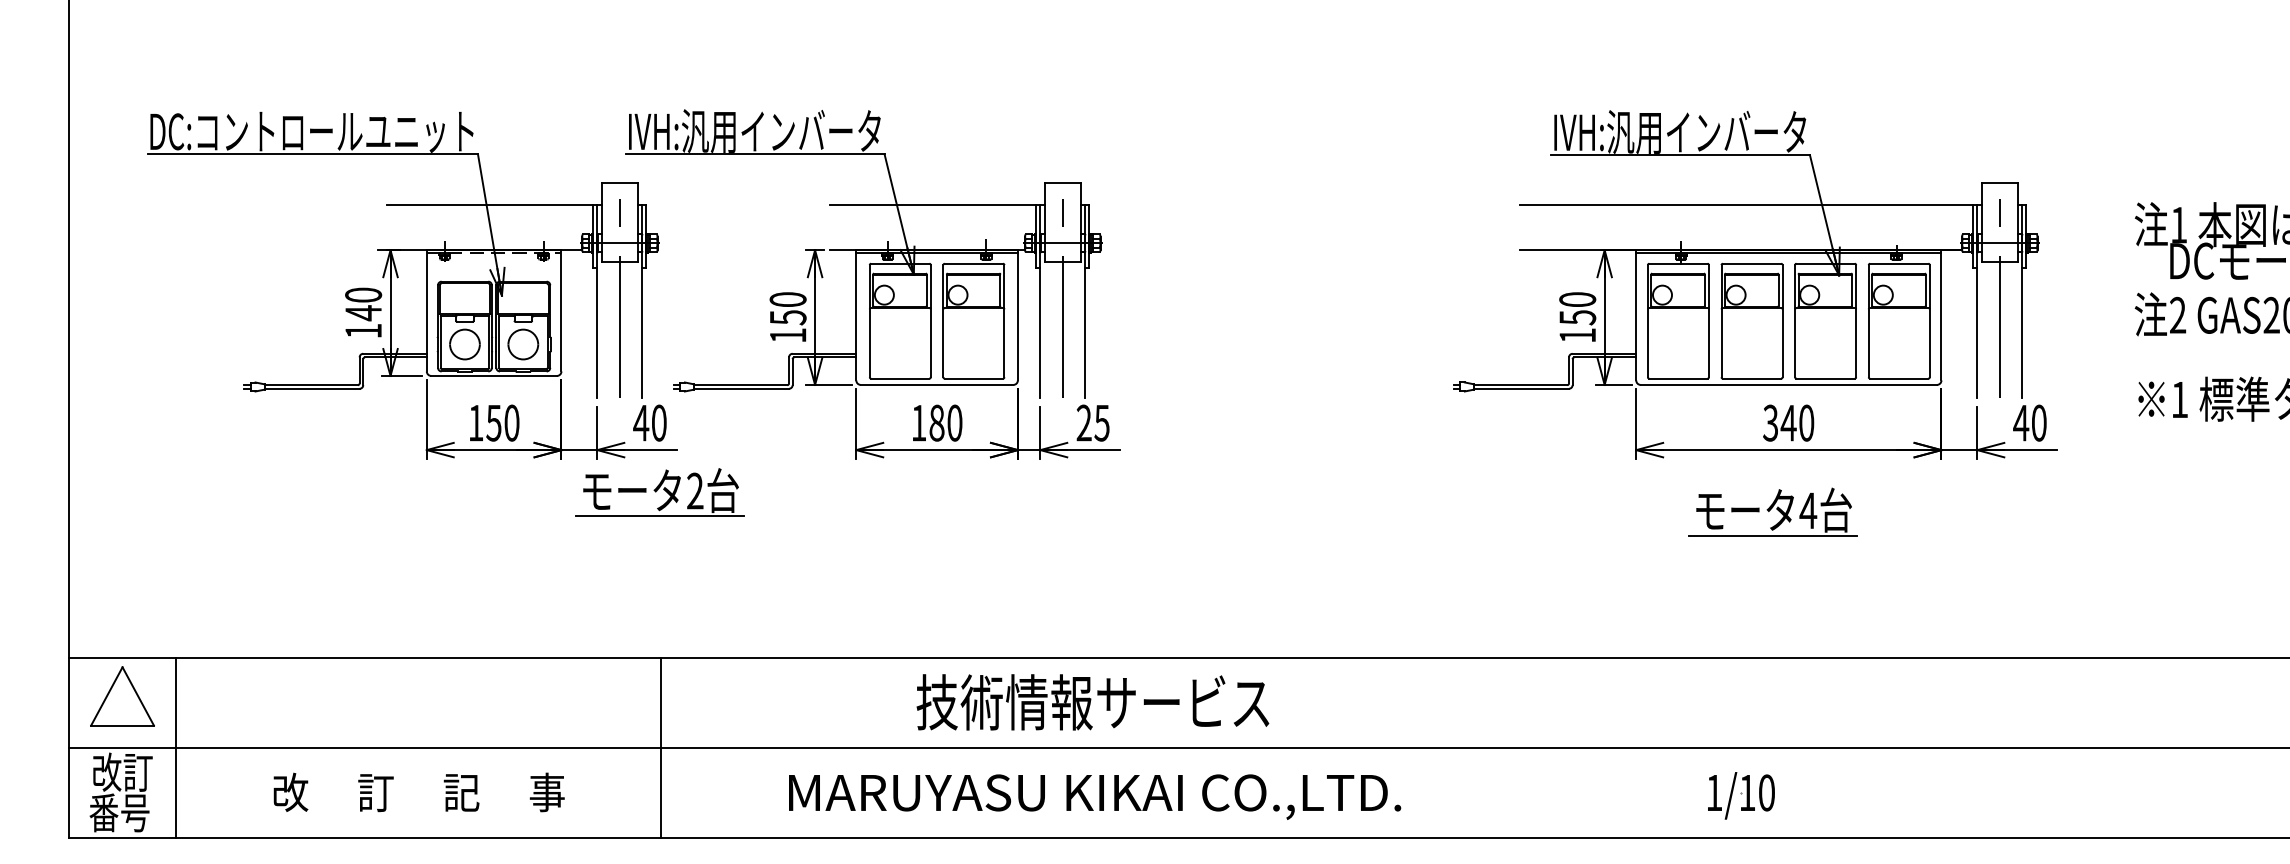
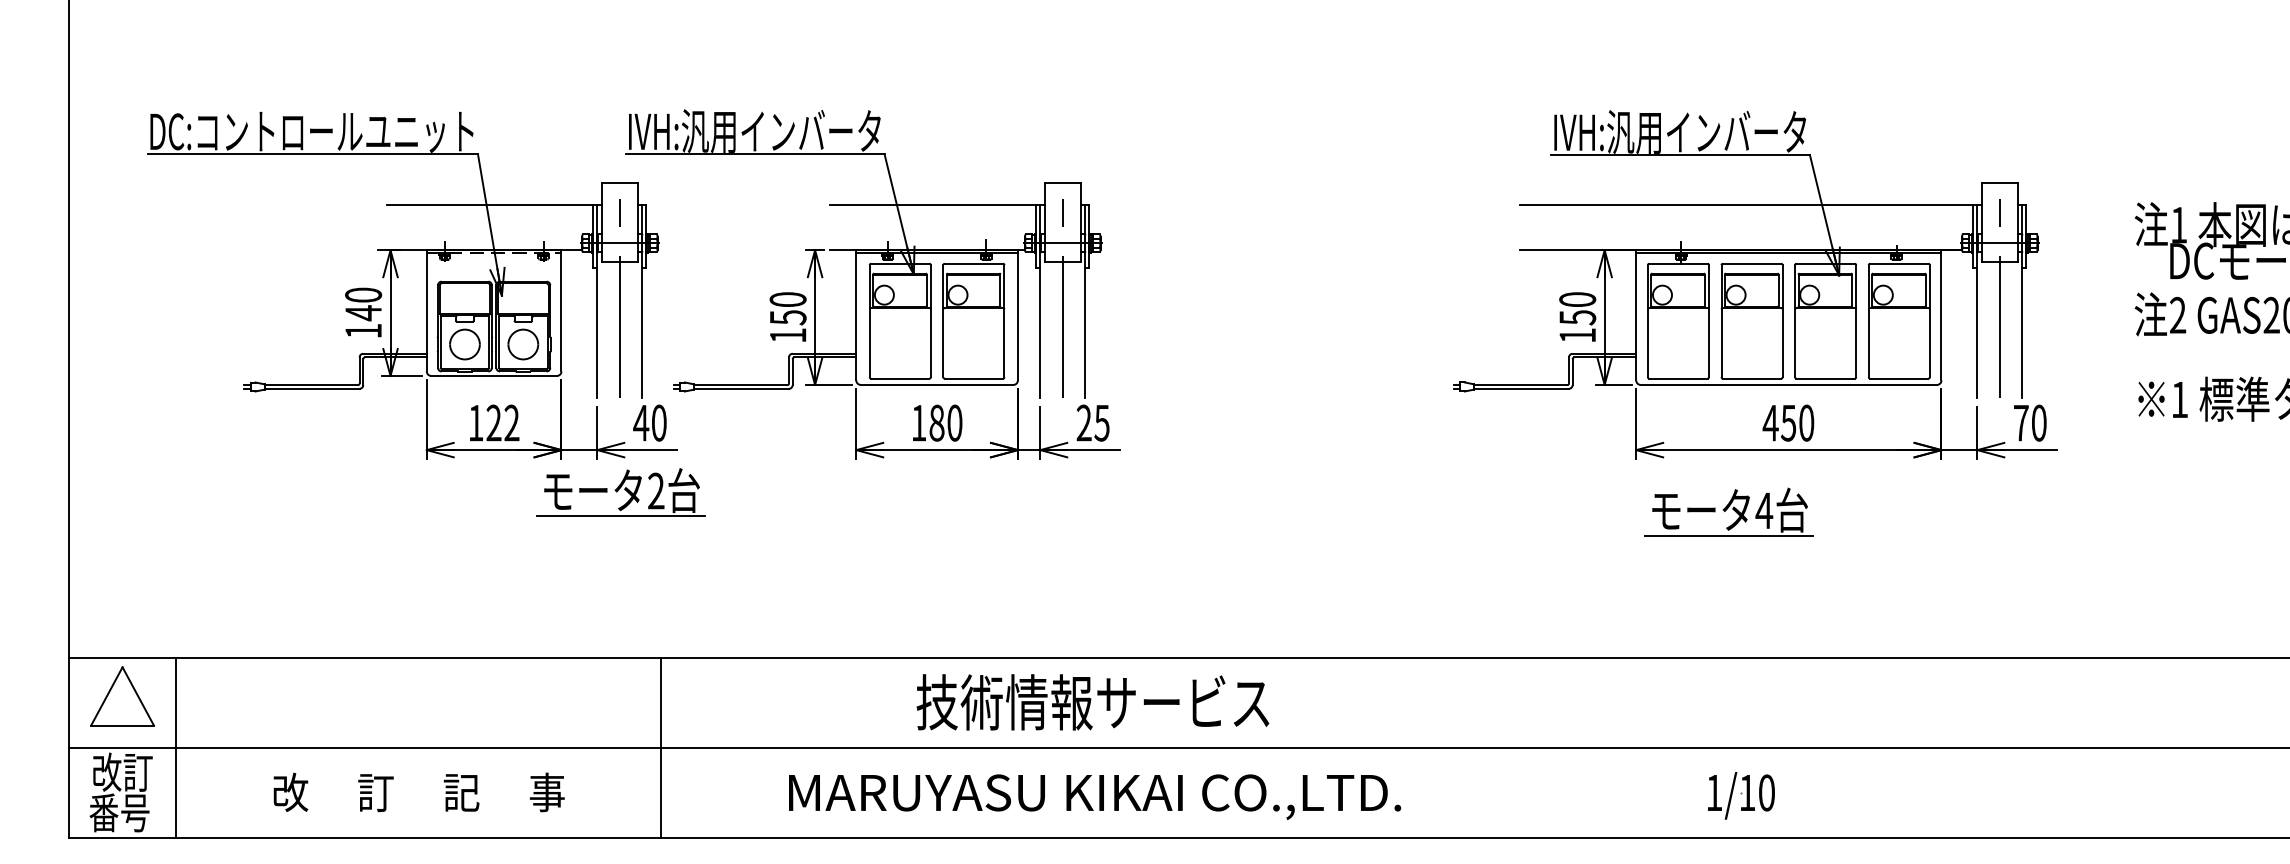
text at (502, 422): 150 -> 122
text at (1779, 422): 340 -> 450
text at (2021, 423): 40 -> 70
part at (659, 492) position: (659, 492) -> (620, 492)
part at (1772, 511) position: (1772, 511) -> (1728, 511)
